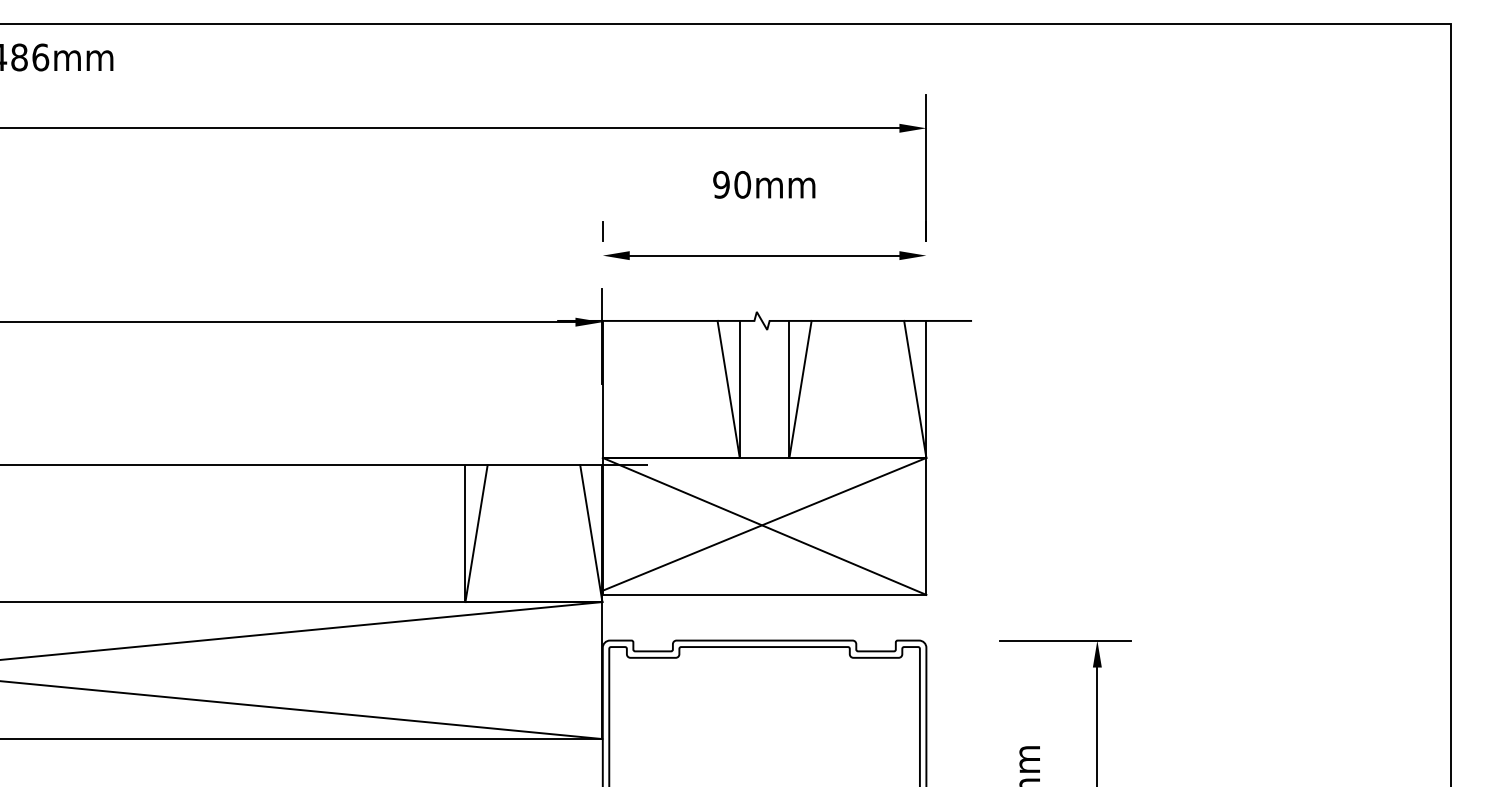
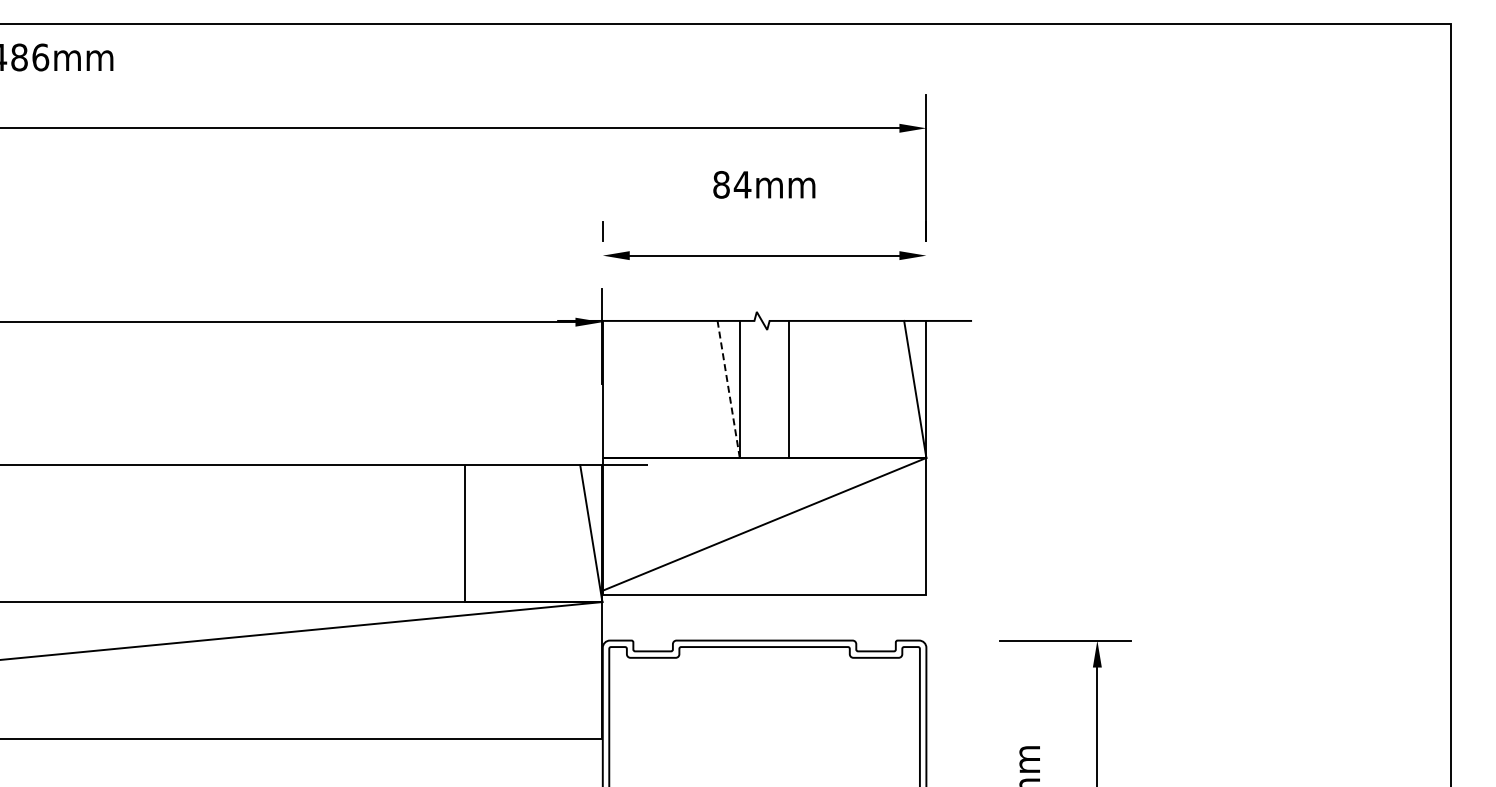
text at (732, 184): 90mm -> 84mm
line at (728, 388): solid -> dashed
line at (800, 388): present -> none
line at (764, 525): present -> none
line at (476, 533): present -> none
line at (302, 710): present -> none
